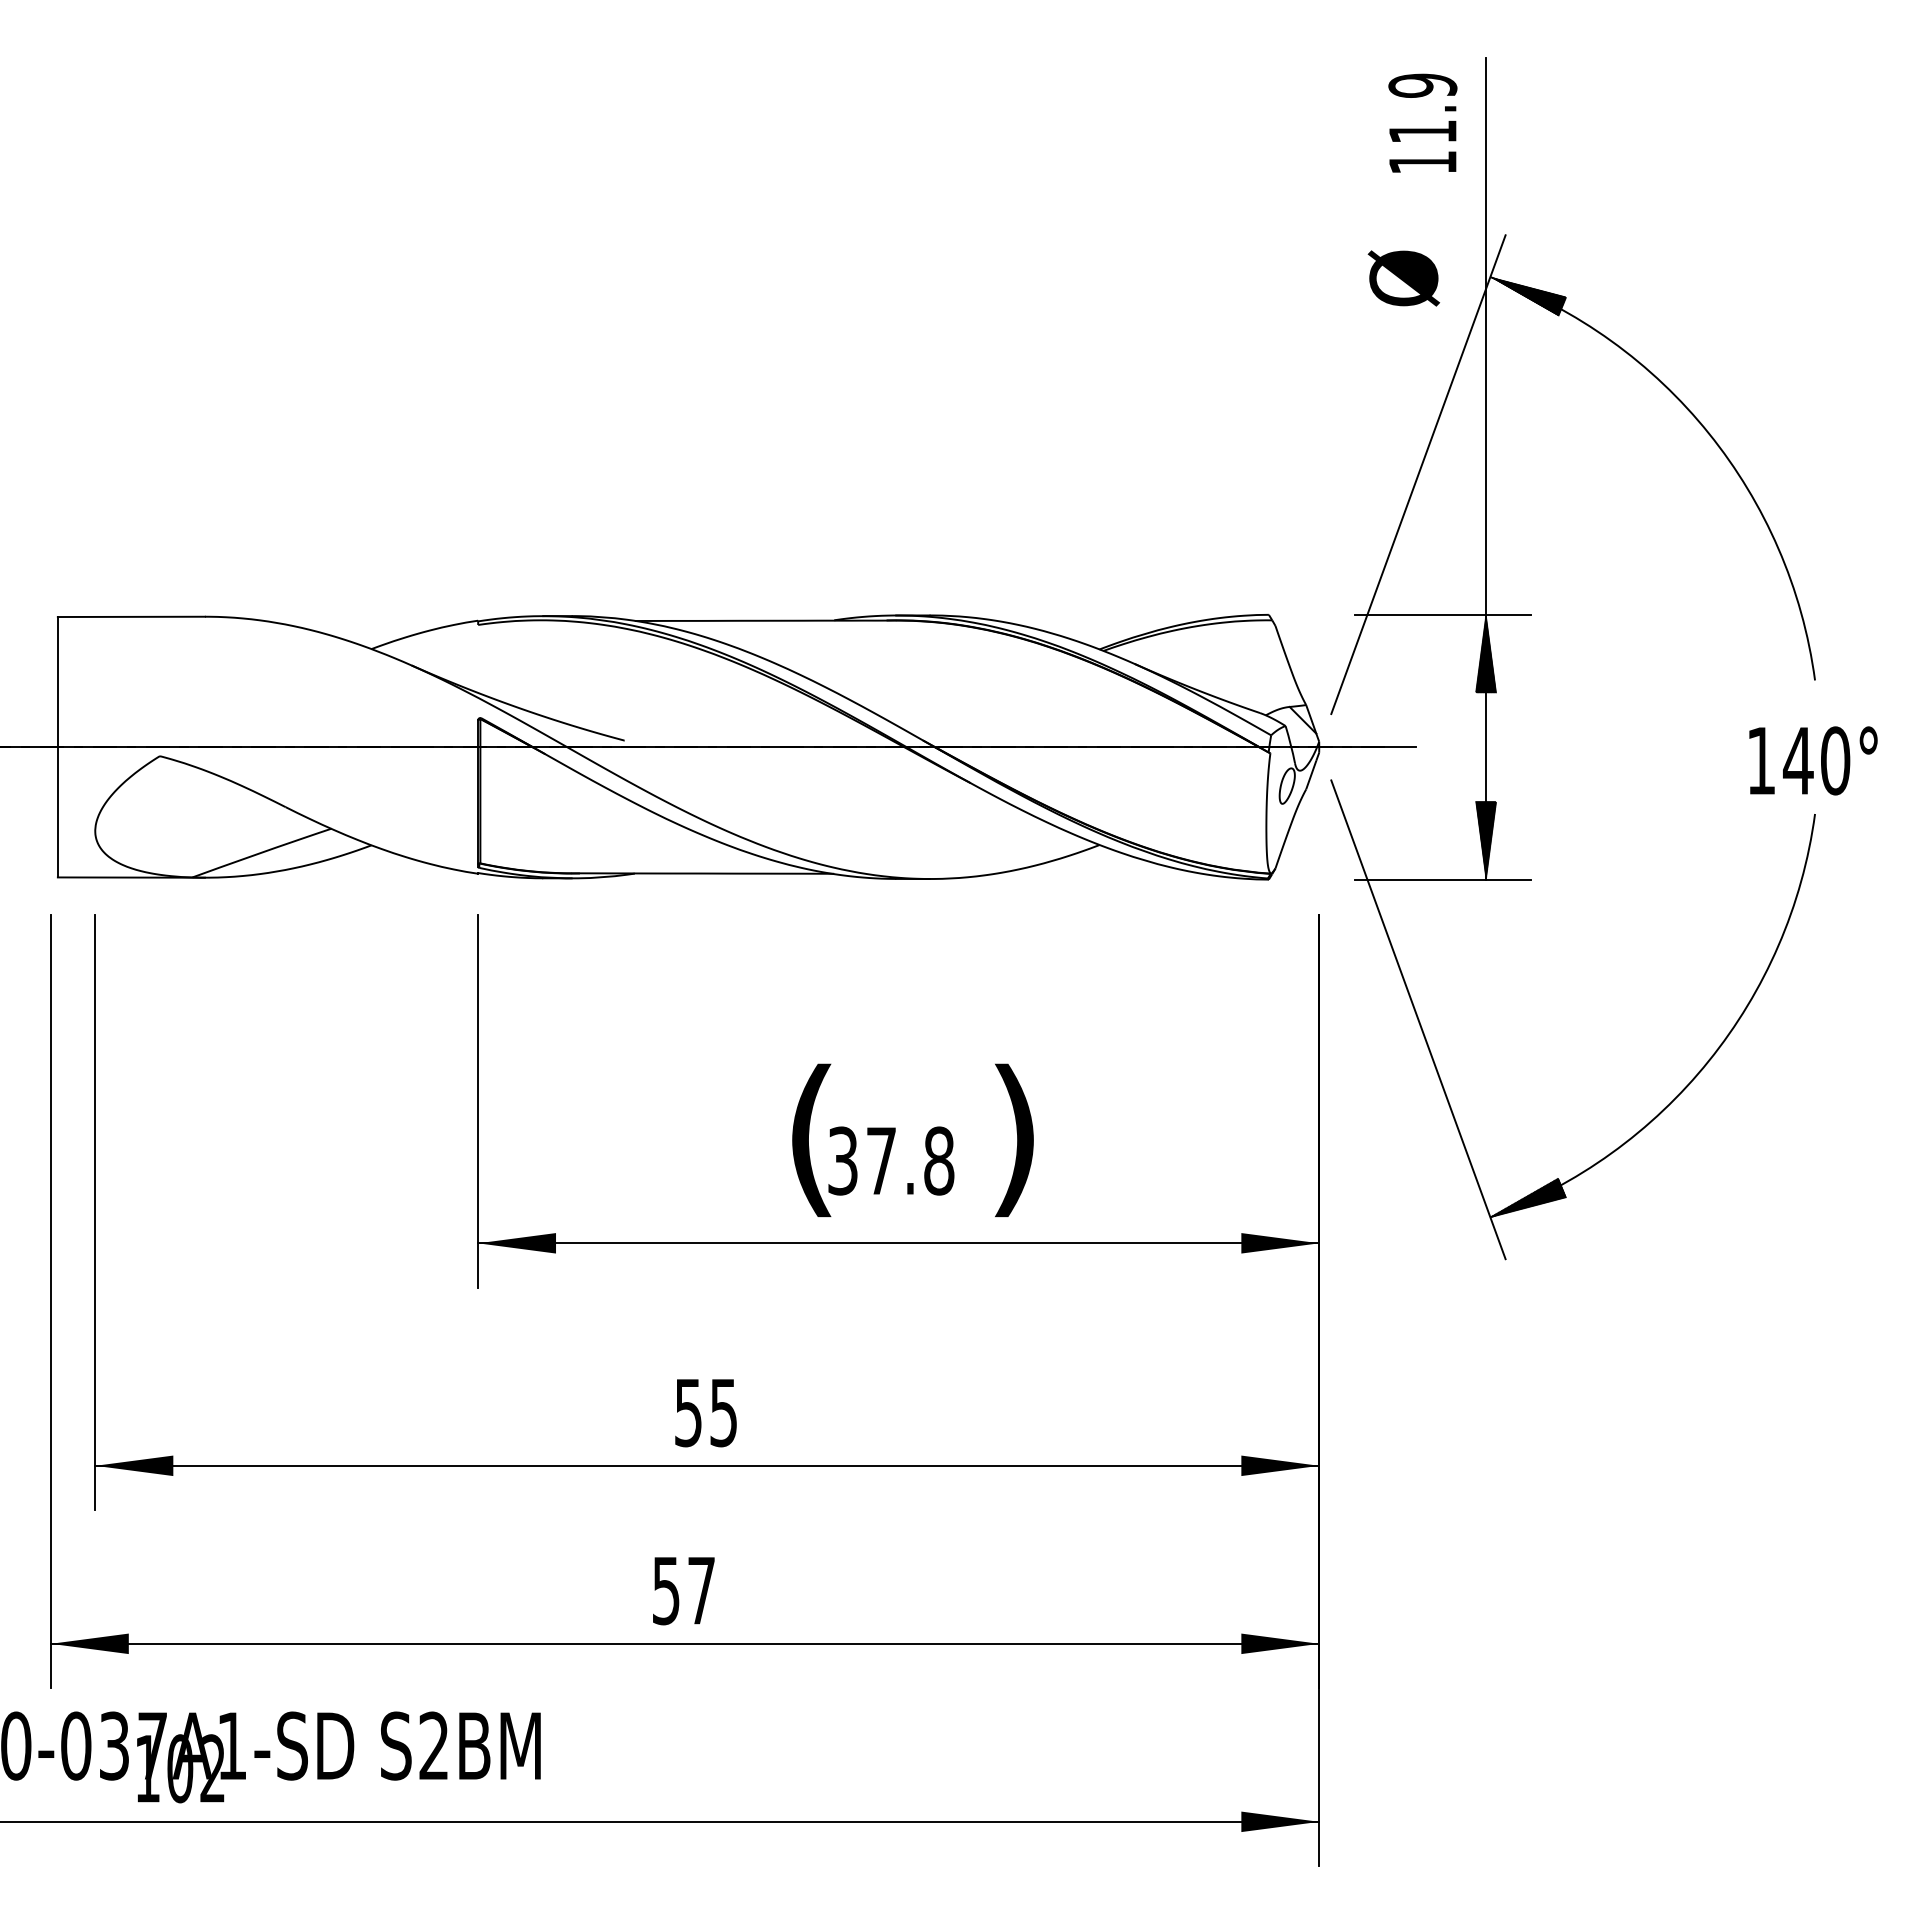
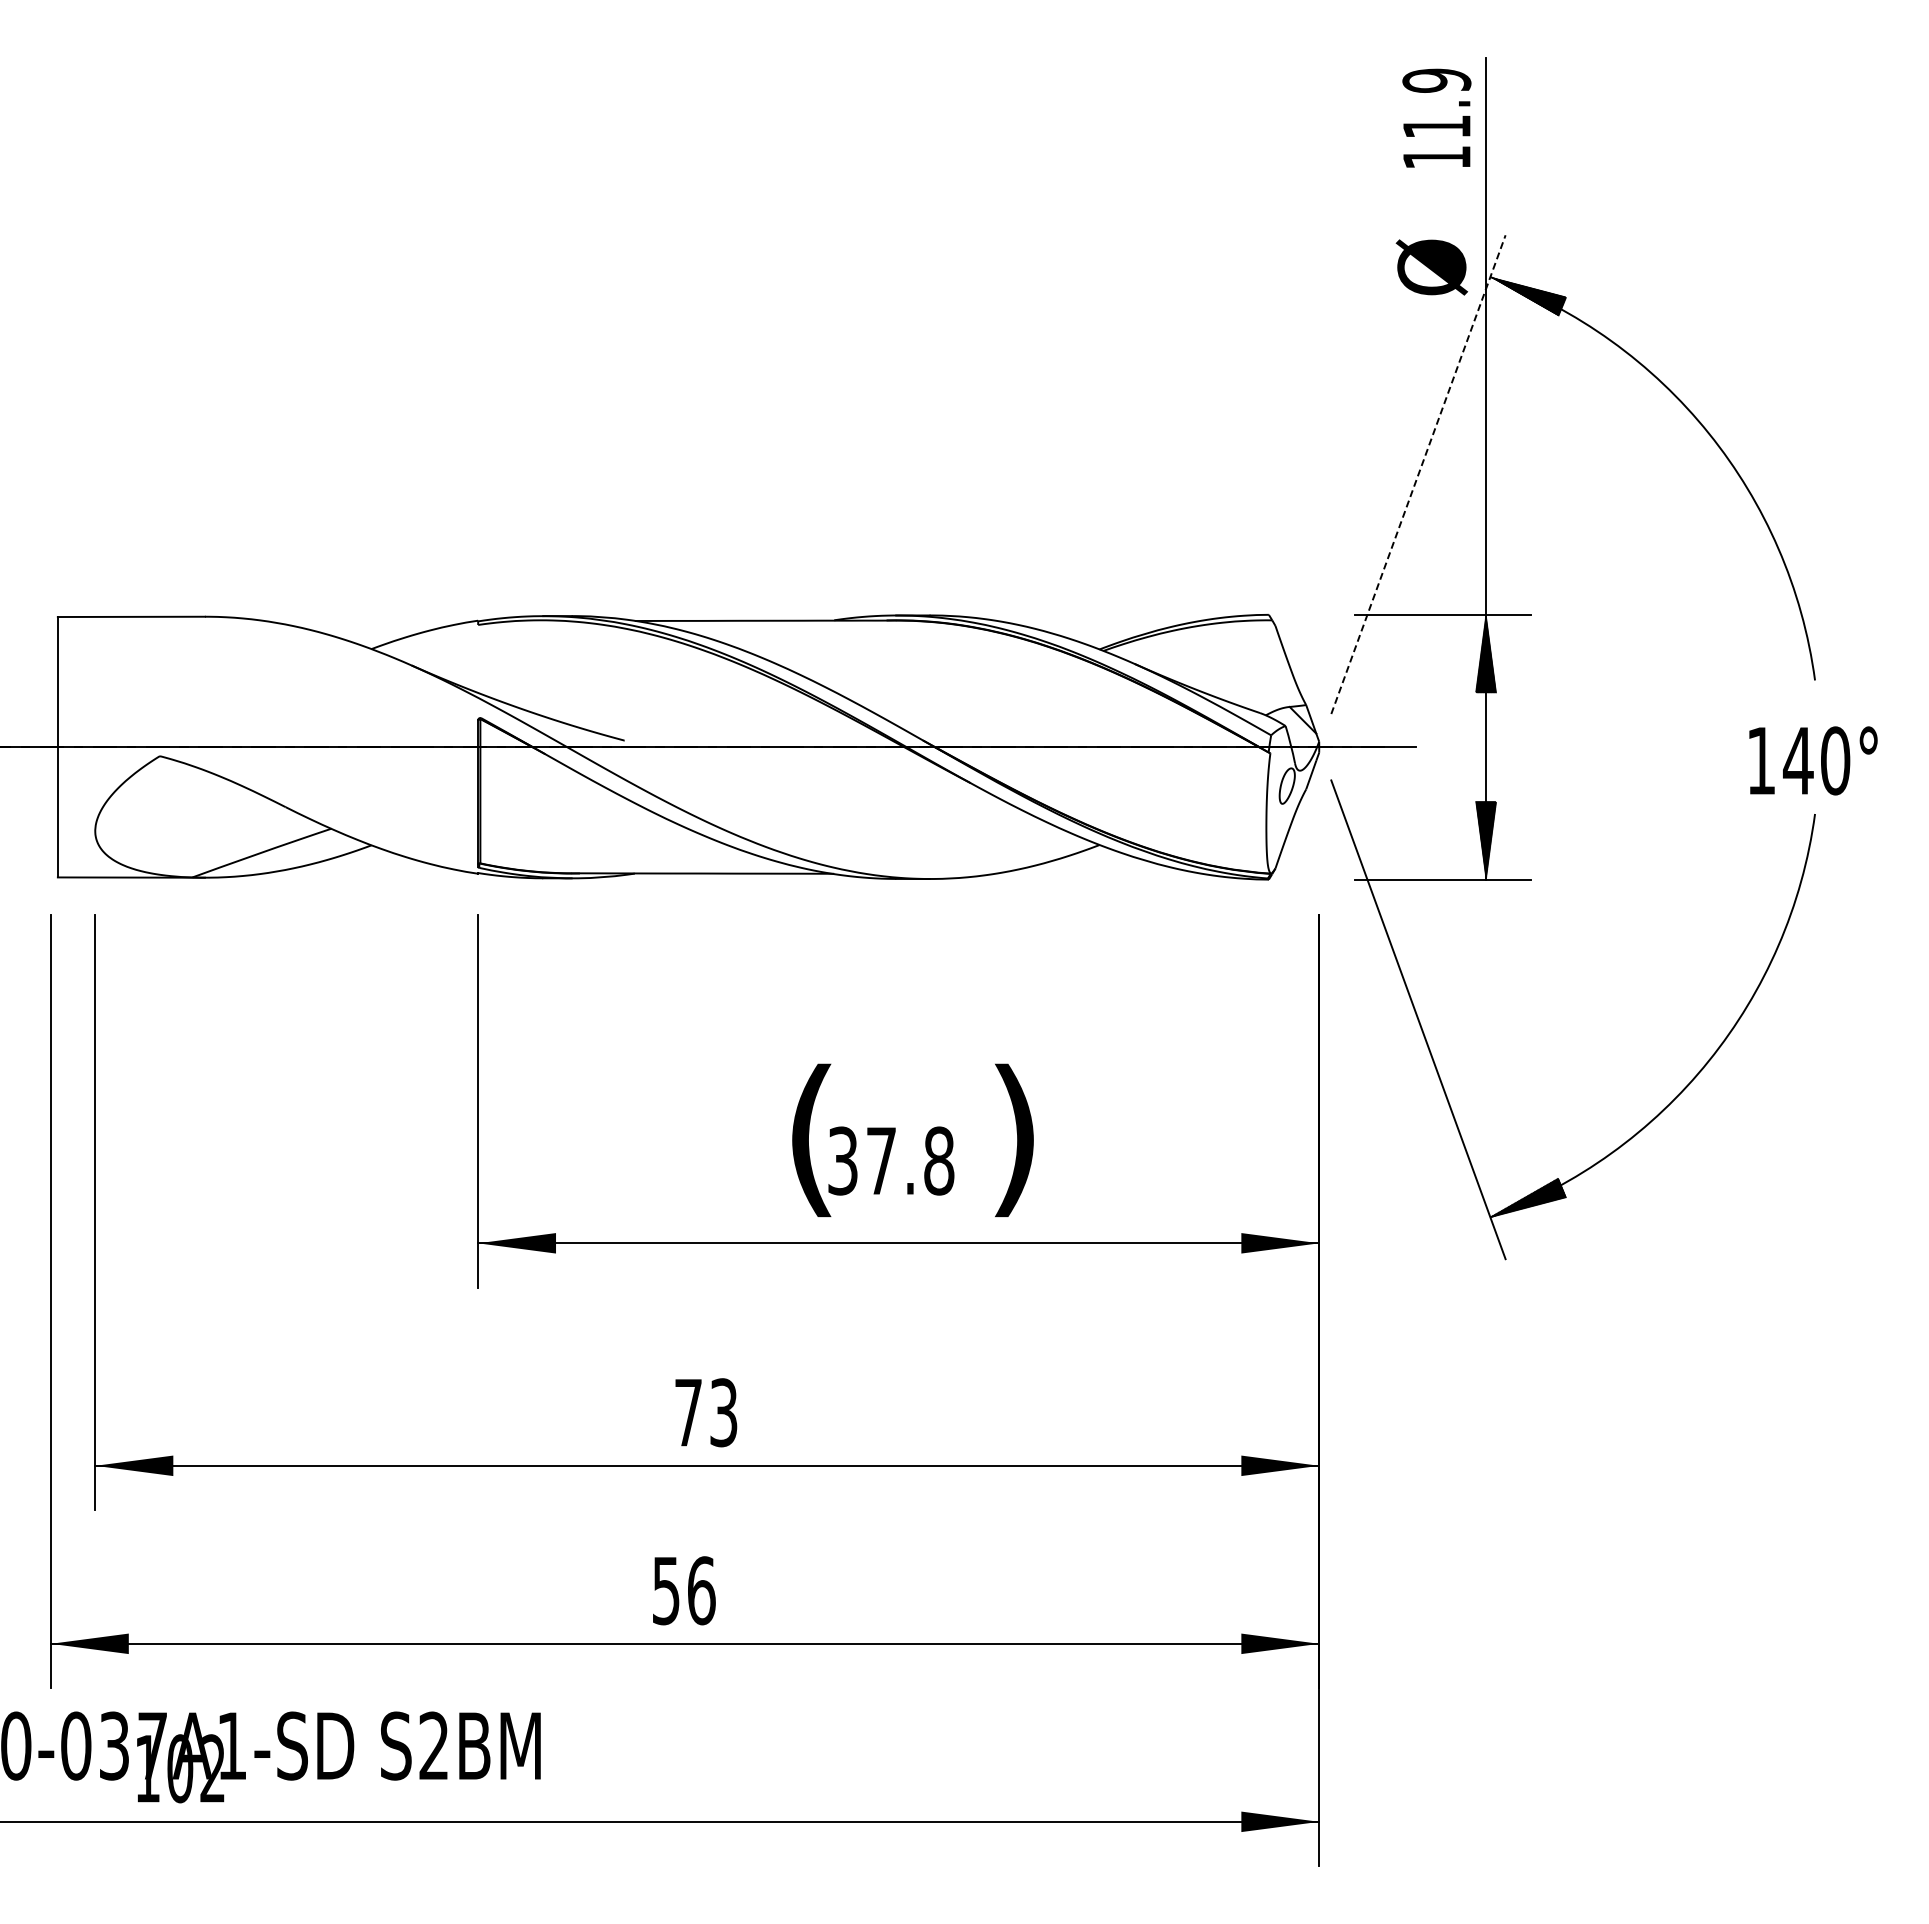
text at (1422, 122) position: (1422, 122) -> (1436, 117)
text at (1403, 278) position: (1403, 278) -> (1431, 267)
line at (1418, 474): solid -> dashed
text at (706, 1412): 55 -> 73
text at (701, 1590): 57 -> 56
